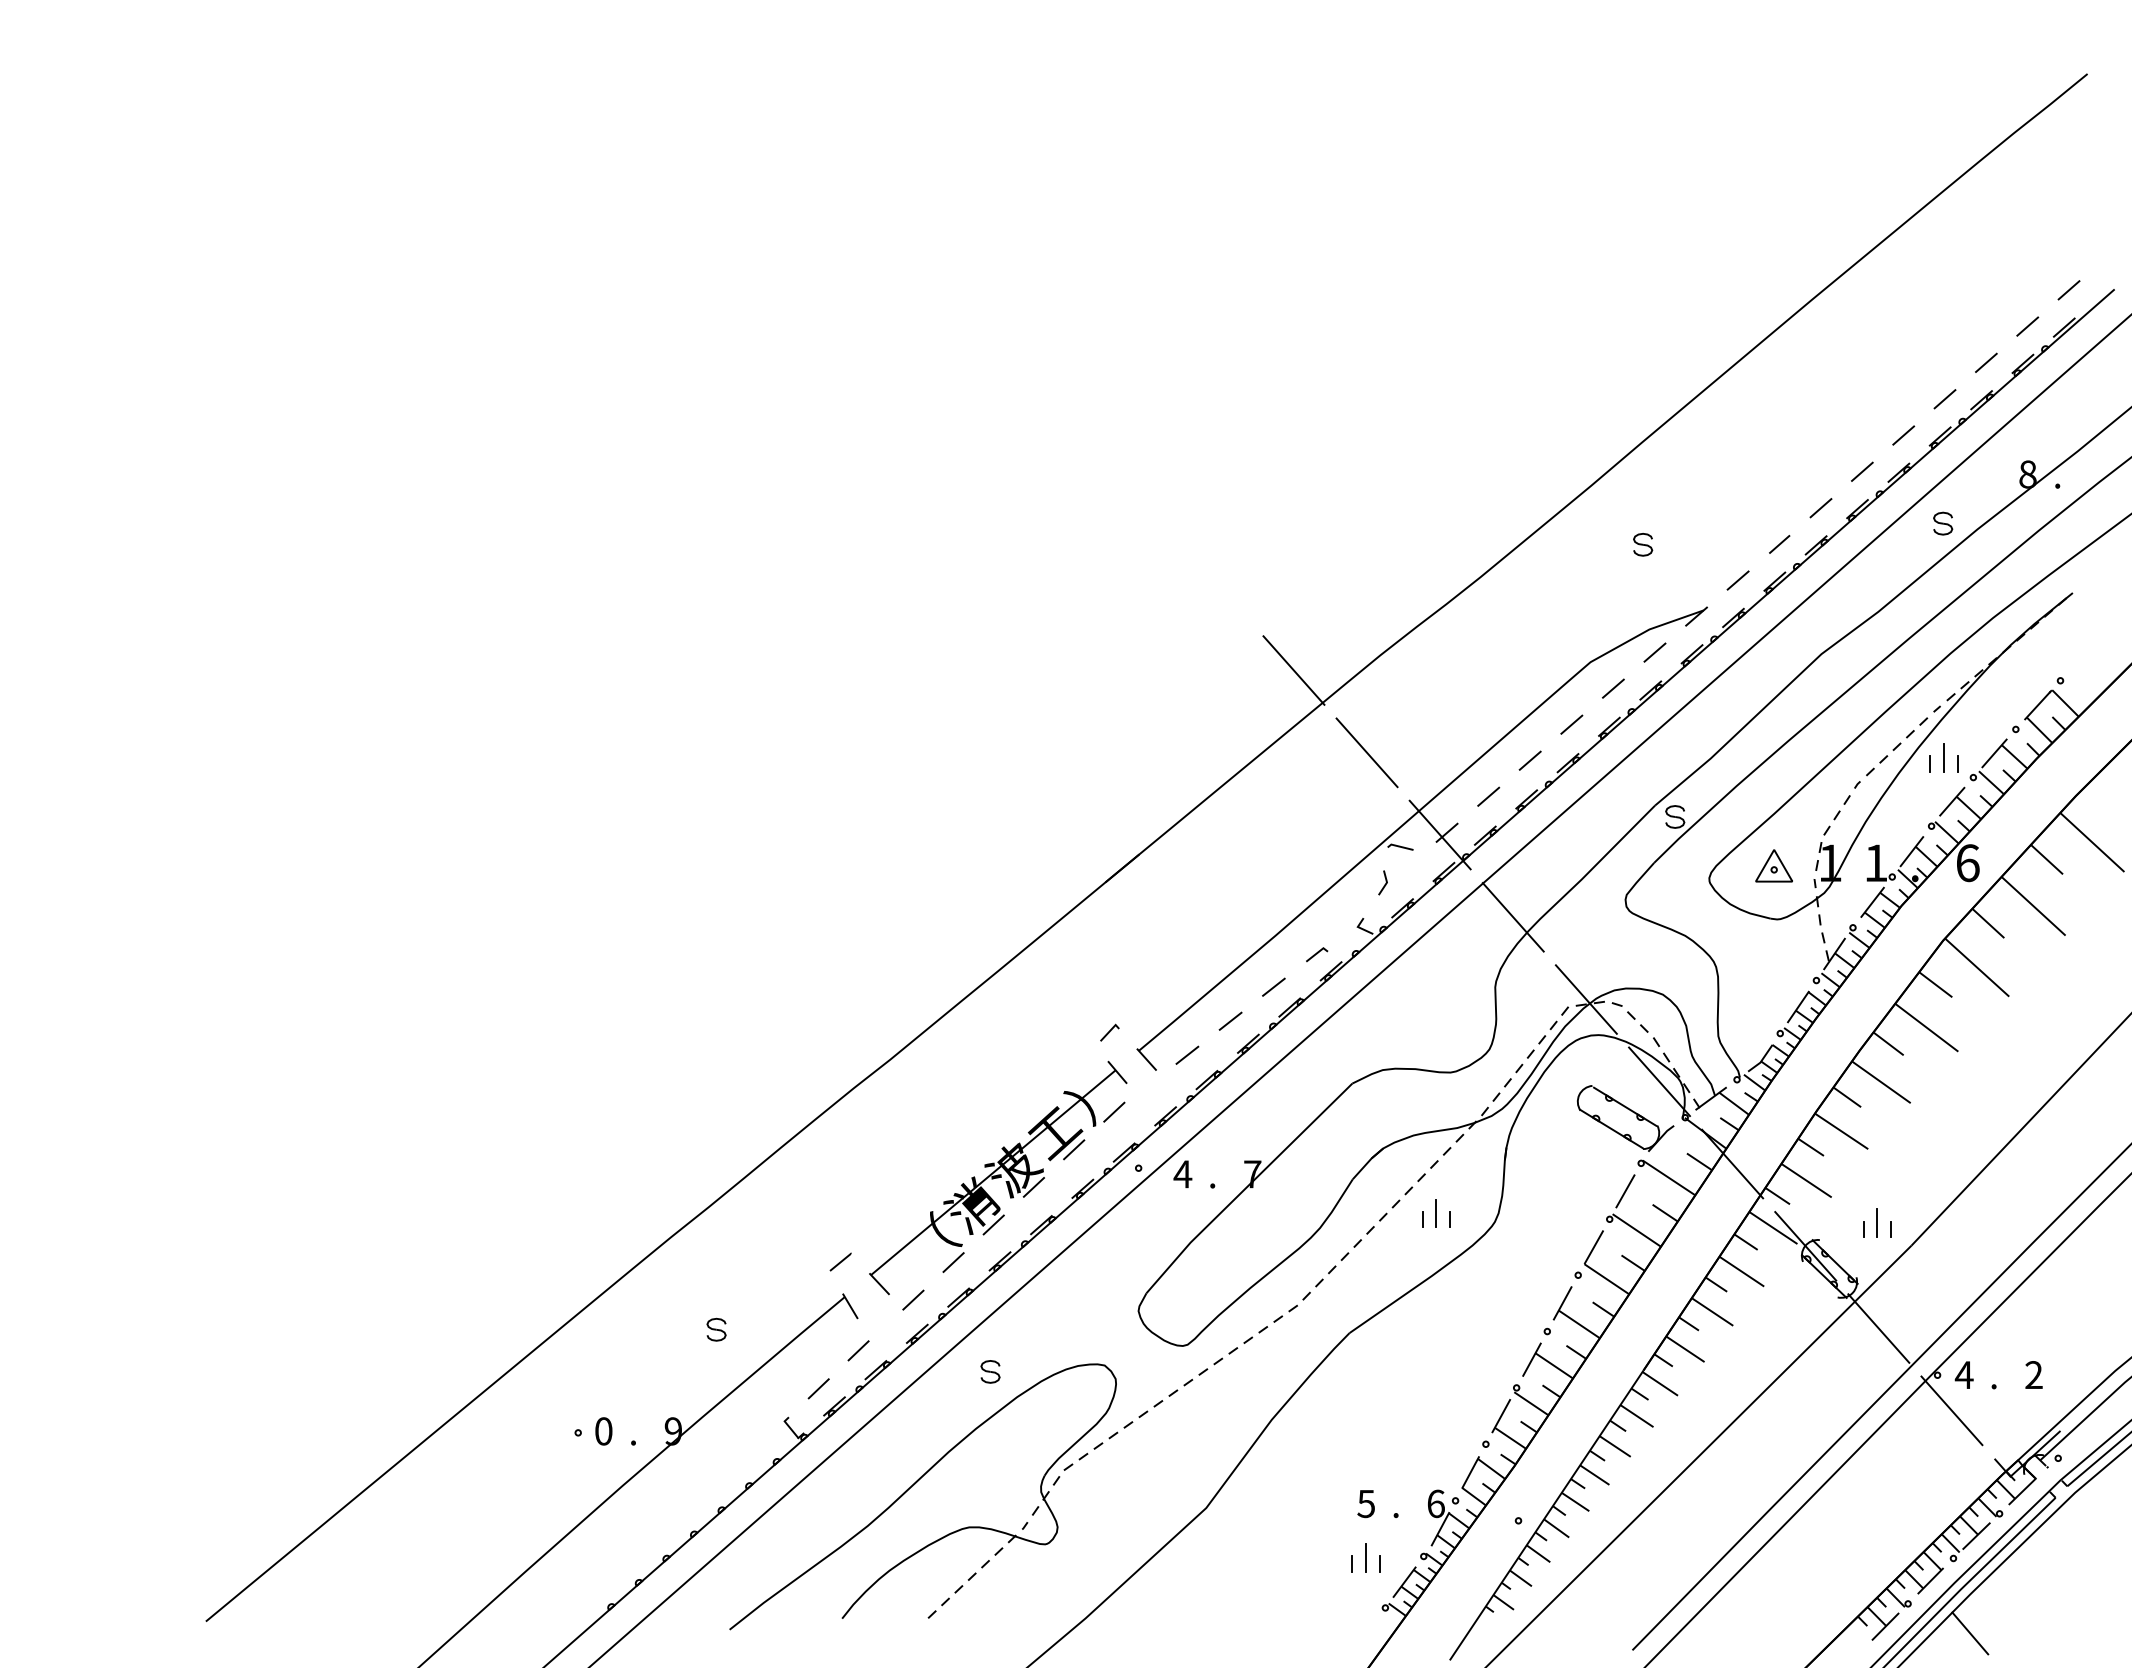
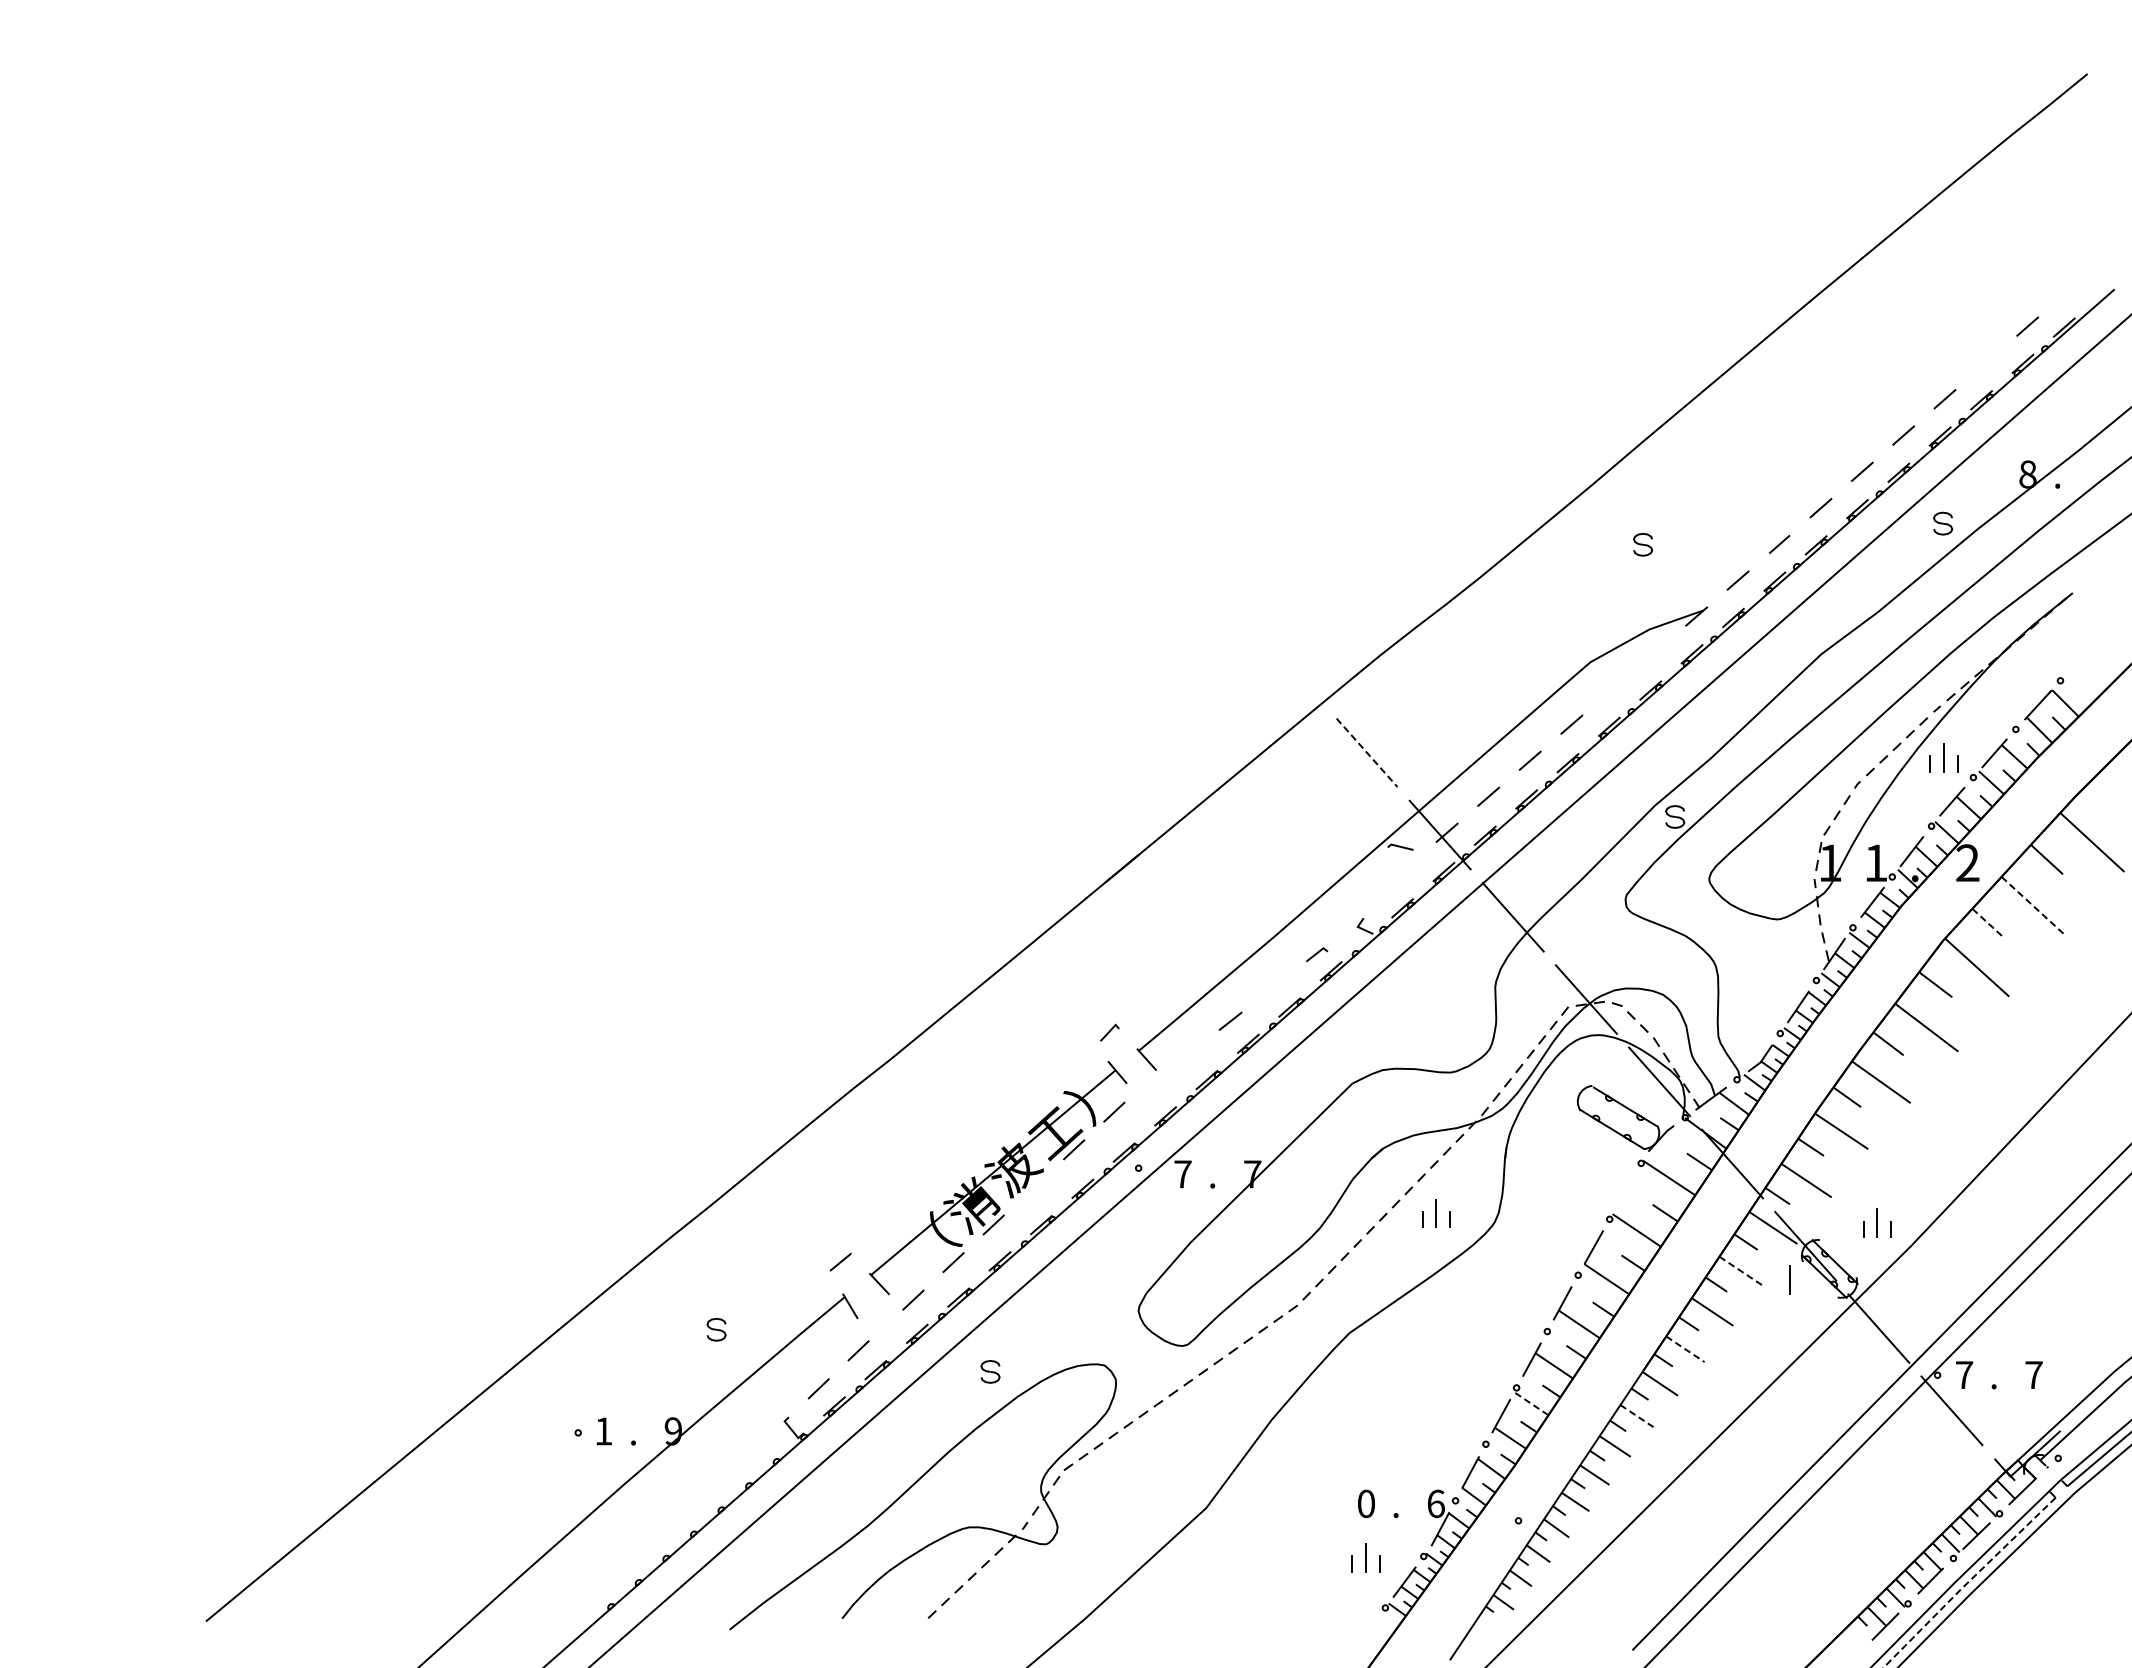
line at (2068, 290): present -> none
line at (1986, 362): present -> none
line at (1654, 652): present -> none
line at (1293, 670): present -> none
line at (1613, 688): present -> none
line at (1367, 752): solid -> dashed
text at (1967, 863): 6 -> 2
part at (1773, 865): present -> none
line at (1384, 884): present -> none
line at (2033, 906): solid -> dashed
line at (1988, 923): solid -> dashed
line at (1273, 986): present -> none
line at (1187, 1054): present -> none
text at (1182, 1174): 4 -> 7
line at (1033, 1186): present -> none
line at (1625, 1191): present -> none
line at (1741, 1271): solid -> dashed
line at (1789, 1279): none -> present
line at (1685, 1349): solid -> dashed
text at (1963, 1374): 4 -> 7
text at (2033, 1374): 2 -> 7
line at (1531, 1403): solid -> dashed
line at (1636, 1416): solid -> dashed
text at (603, 1431): 0 -> 1
text at (1365, 1503): 5 -> 0
line at (1968, 1582): solid -> dashed
line at (1970, 1633): present -> none
